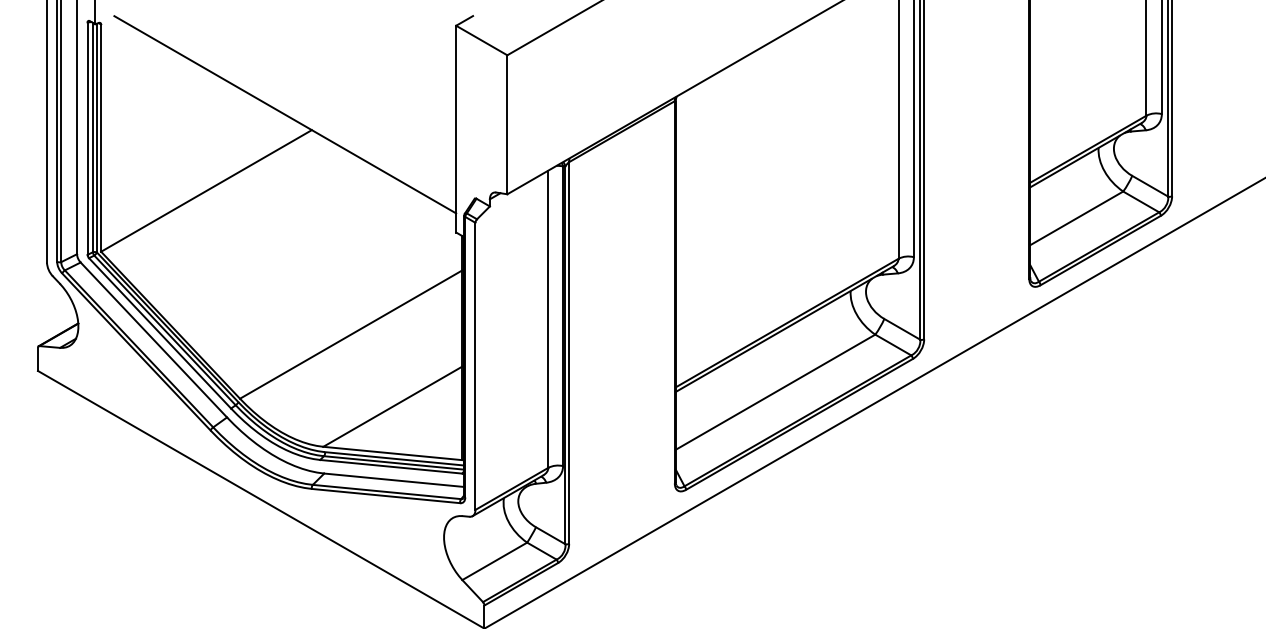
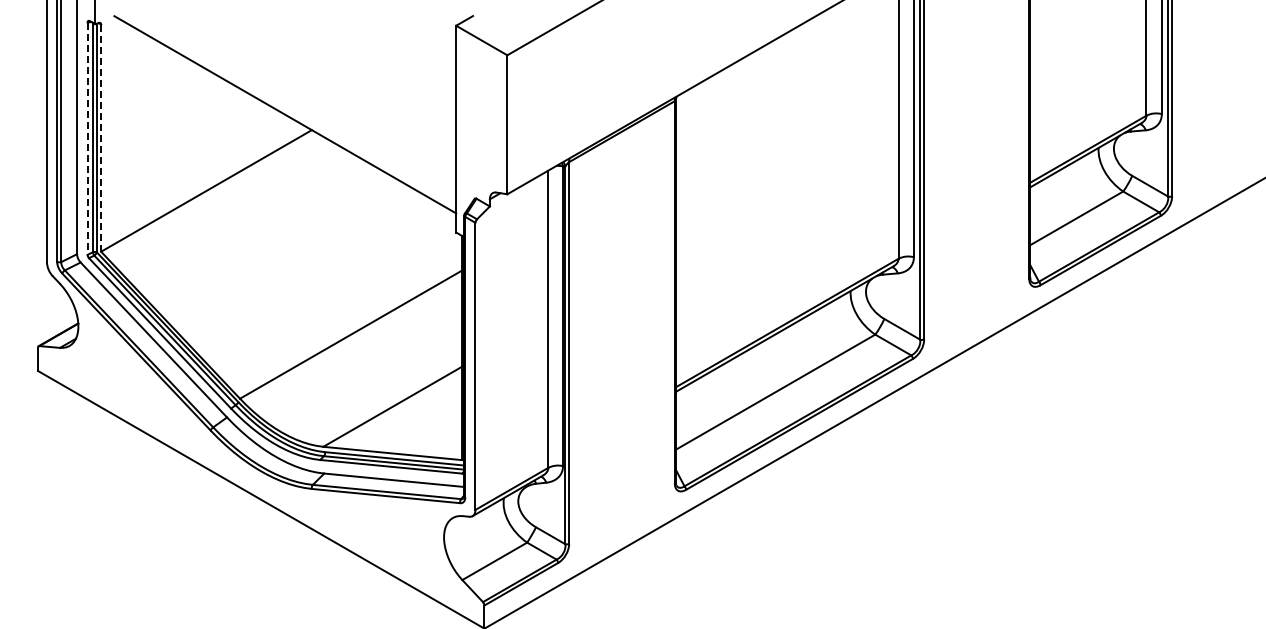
line at (101, 138): solid -> dashed
line at (87, 139): solid -> dashed
